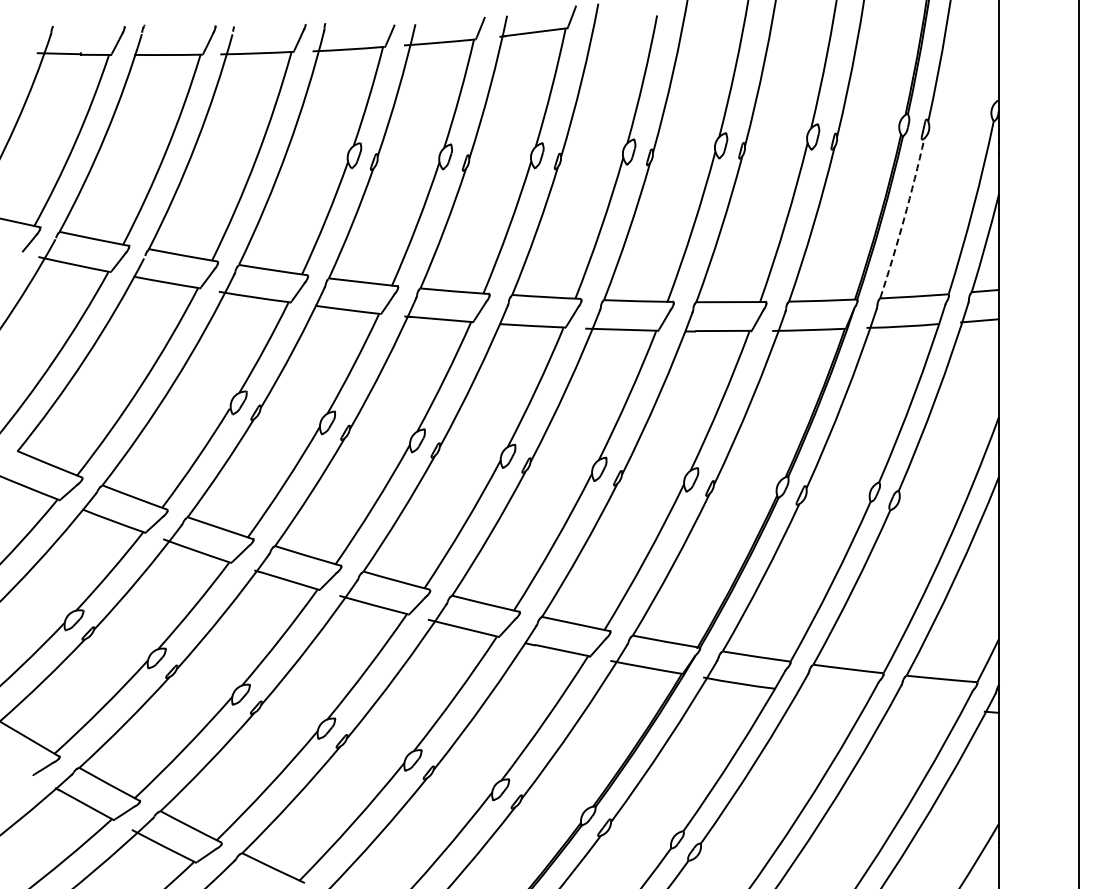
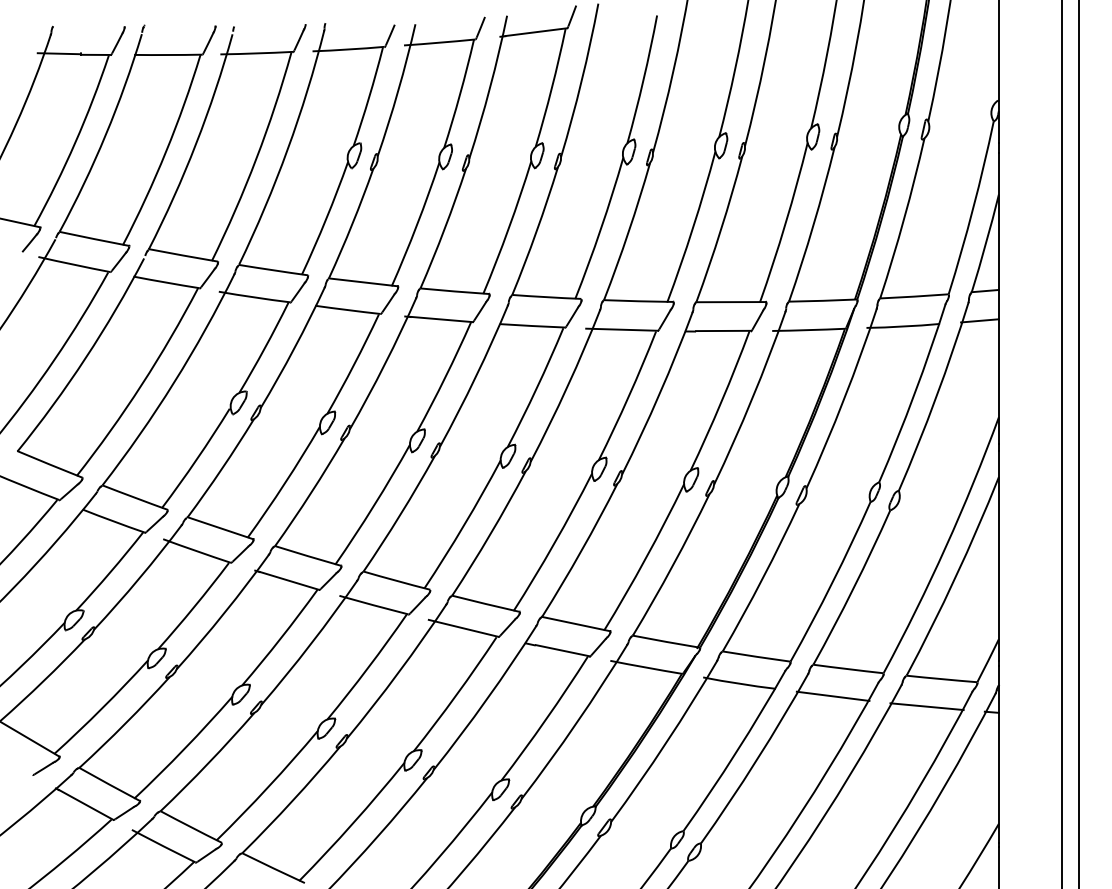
arc at (904, 218): dashed -> solid
line at (1062, 443): none -> present
line at (832, 695): none -> present
line at (926, 706): none -> present
